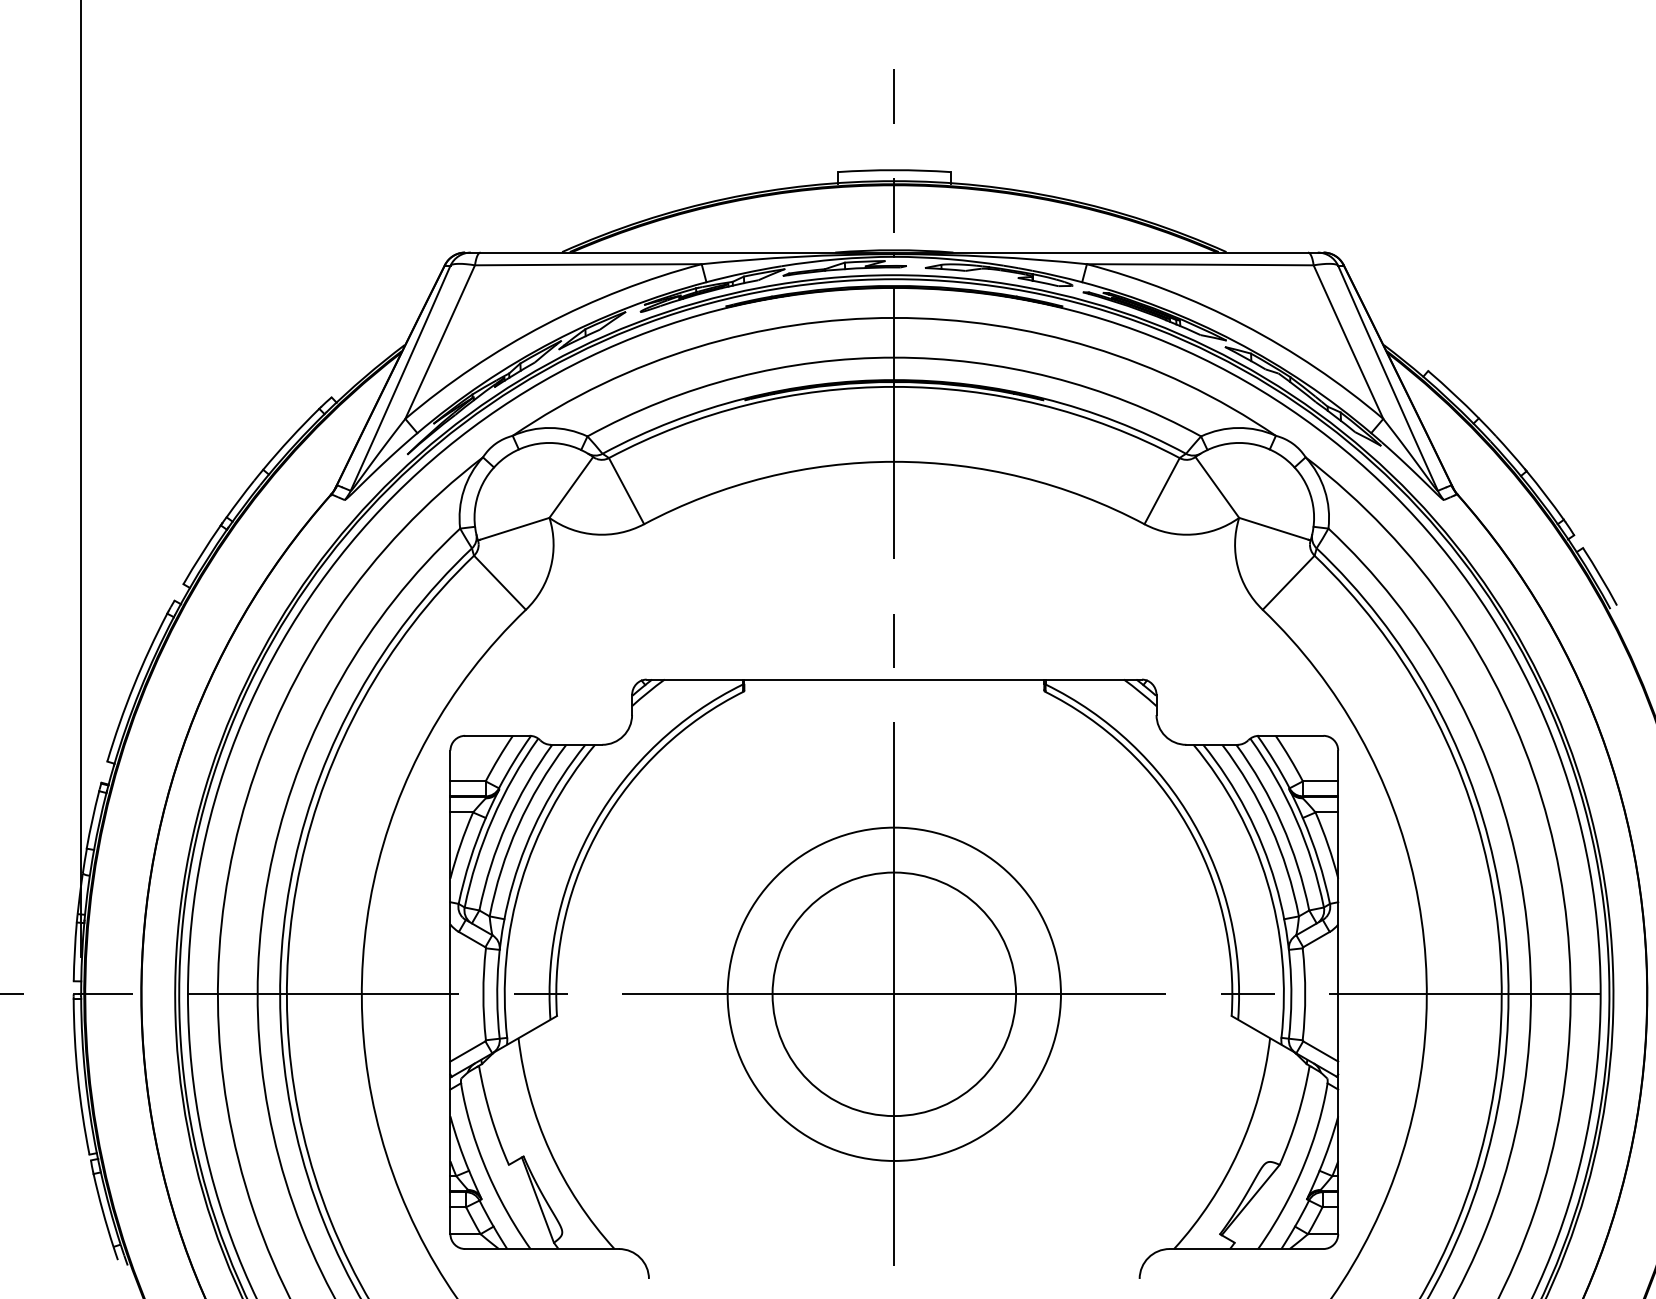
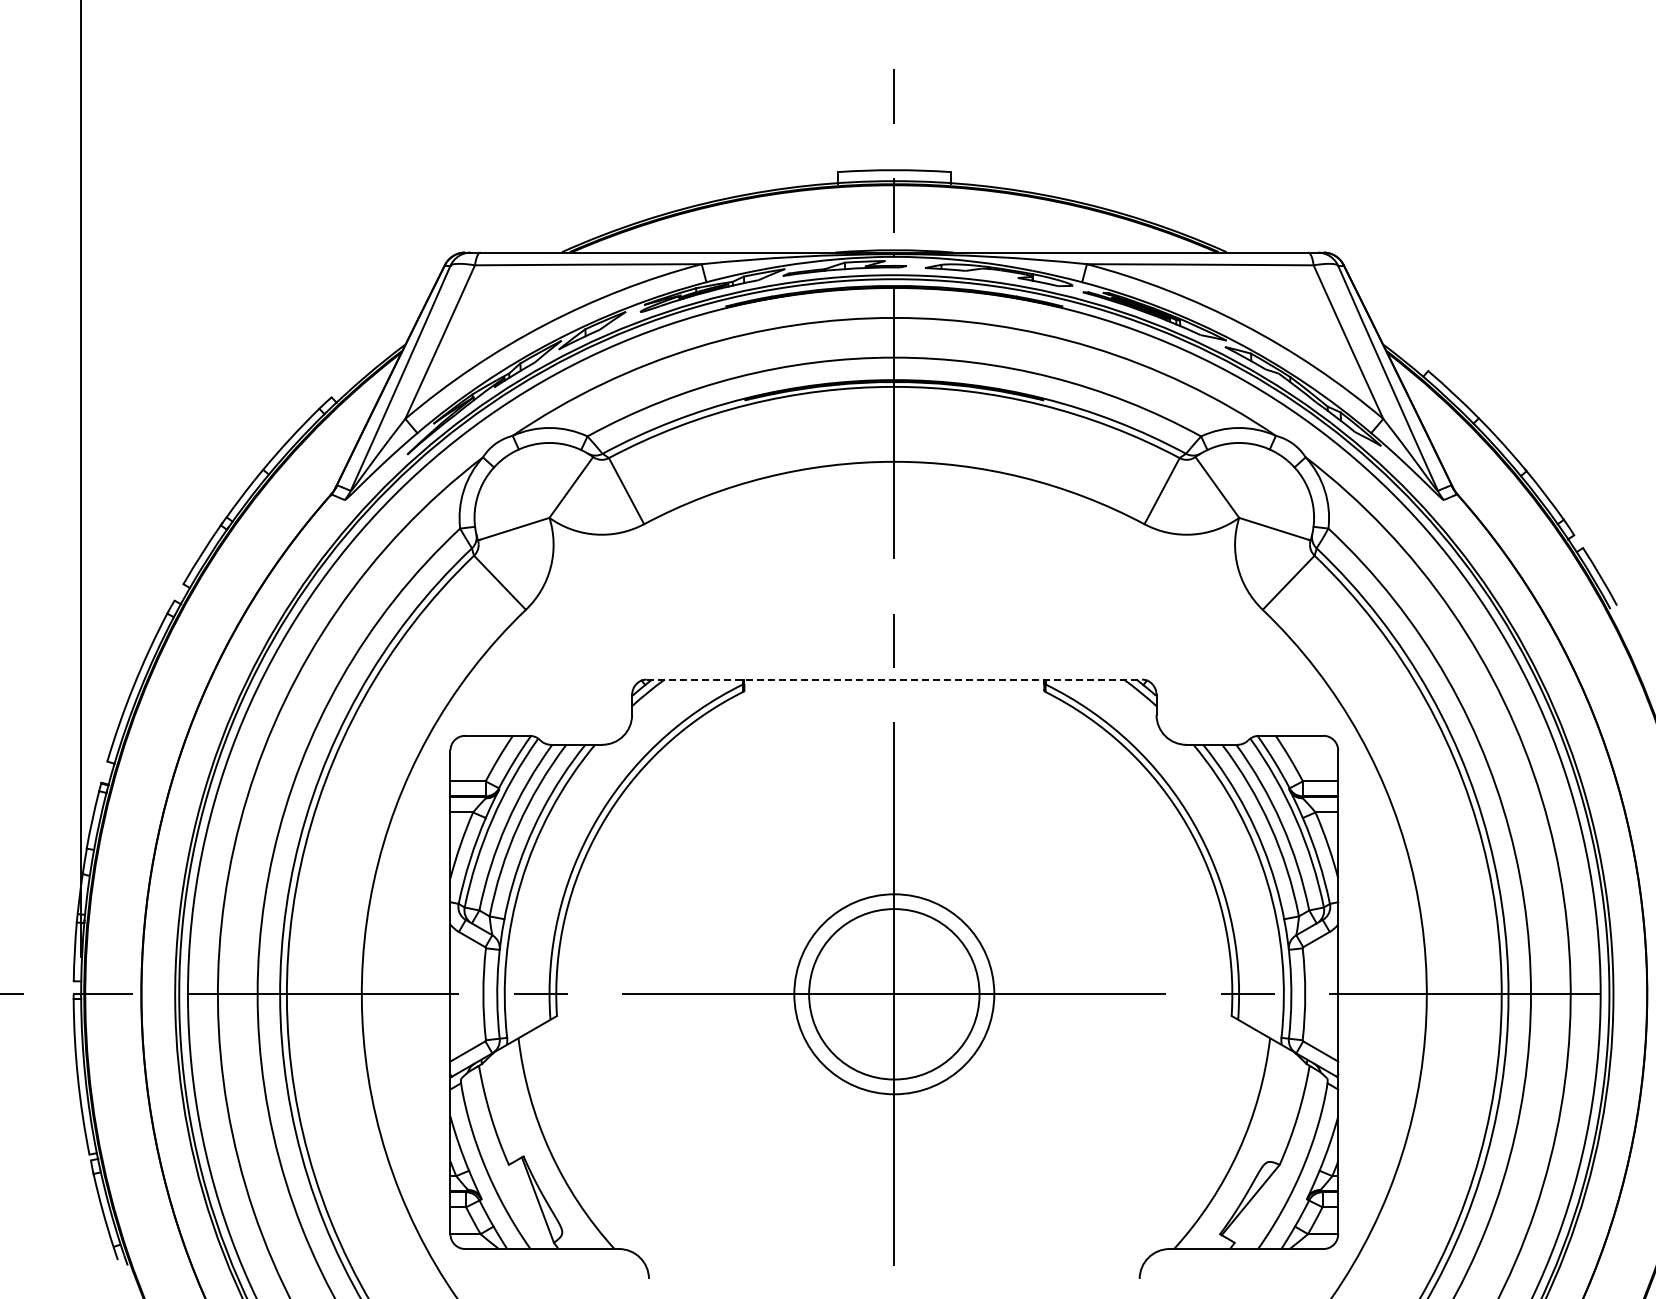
line at (894, 679): solid -> dashed
circle at (893, 993) diameter: 333 px -> 200 px
circle at (894, 994) diameter: 243 px -> 170 px
